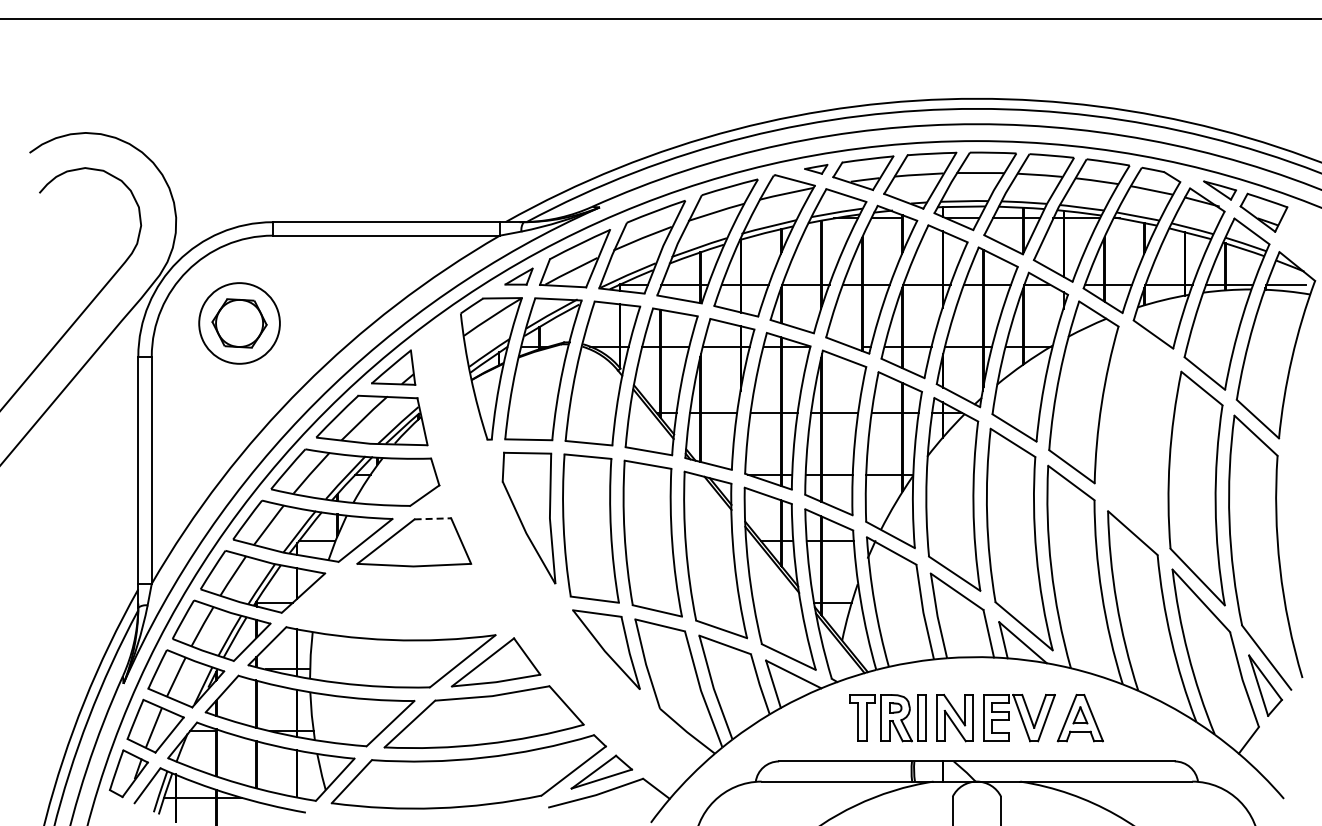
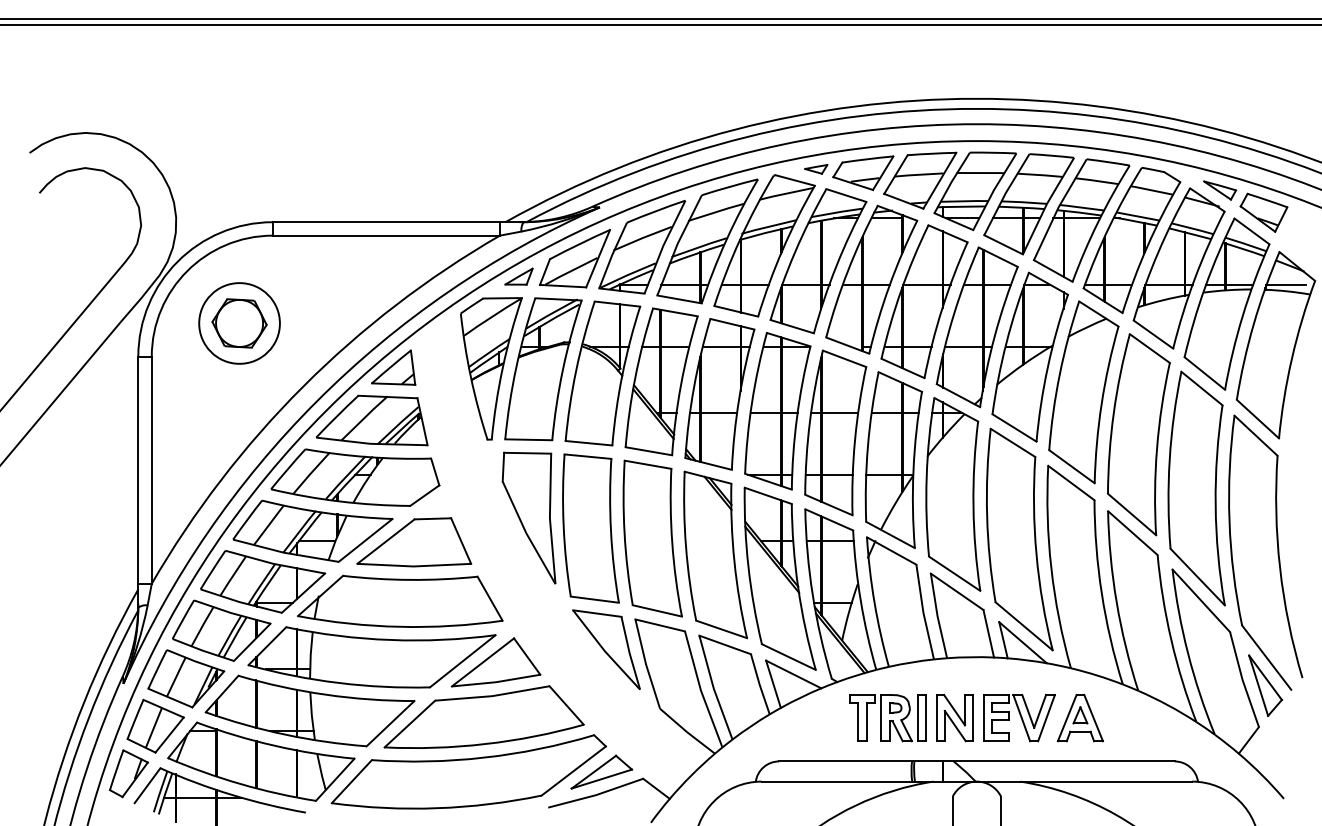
line at (660, 24): none -> present
part at (1138, 434): none -> present
line at (433, 518): dashed -> solid
part at (400, 600): none -> present
